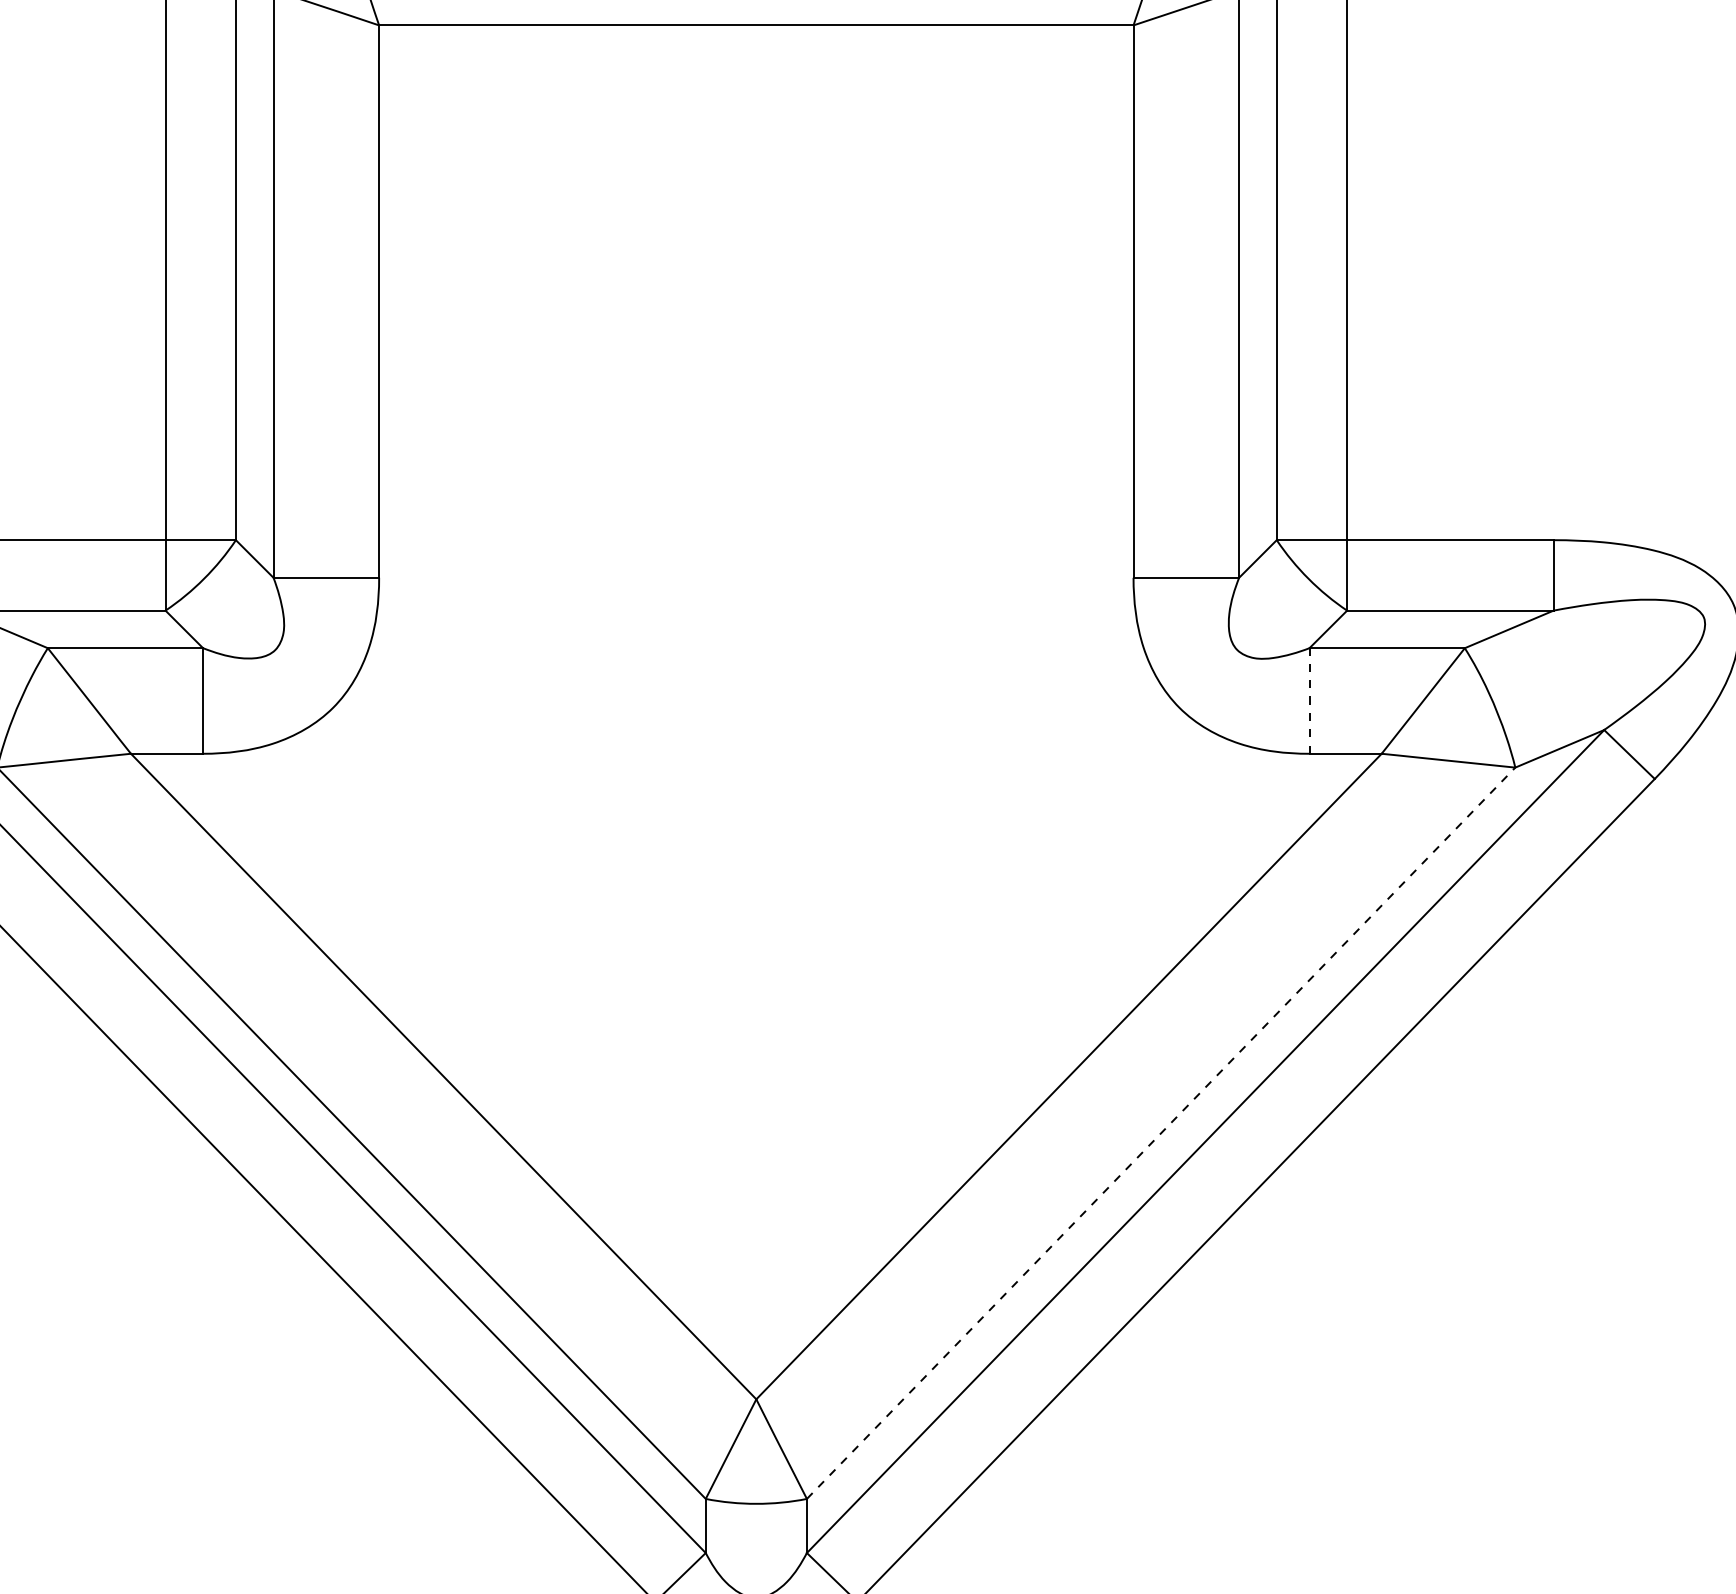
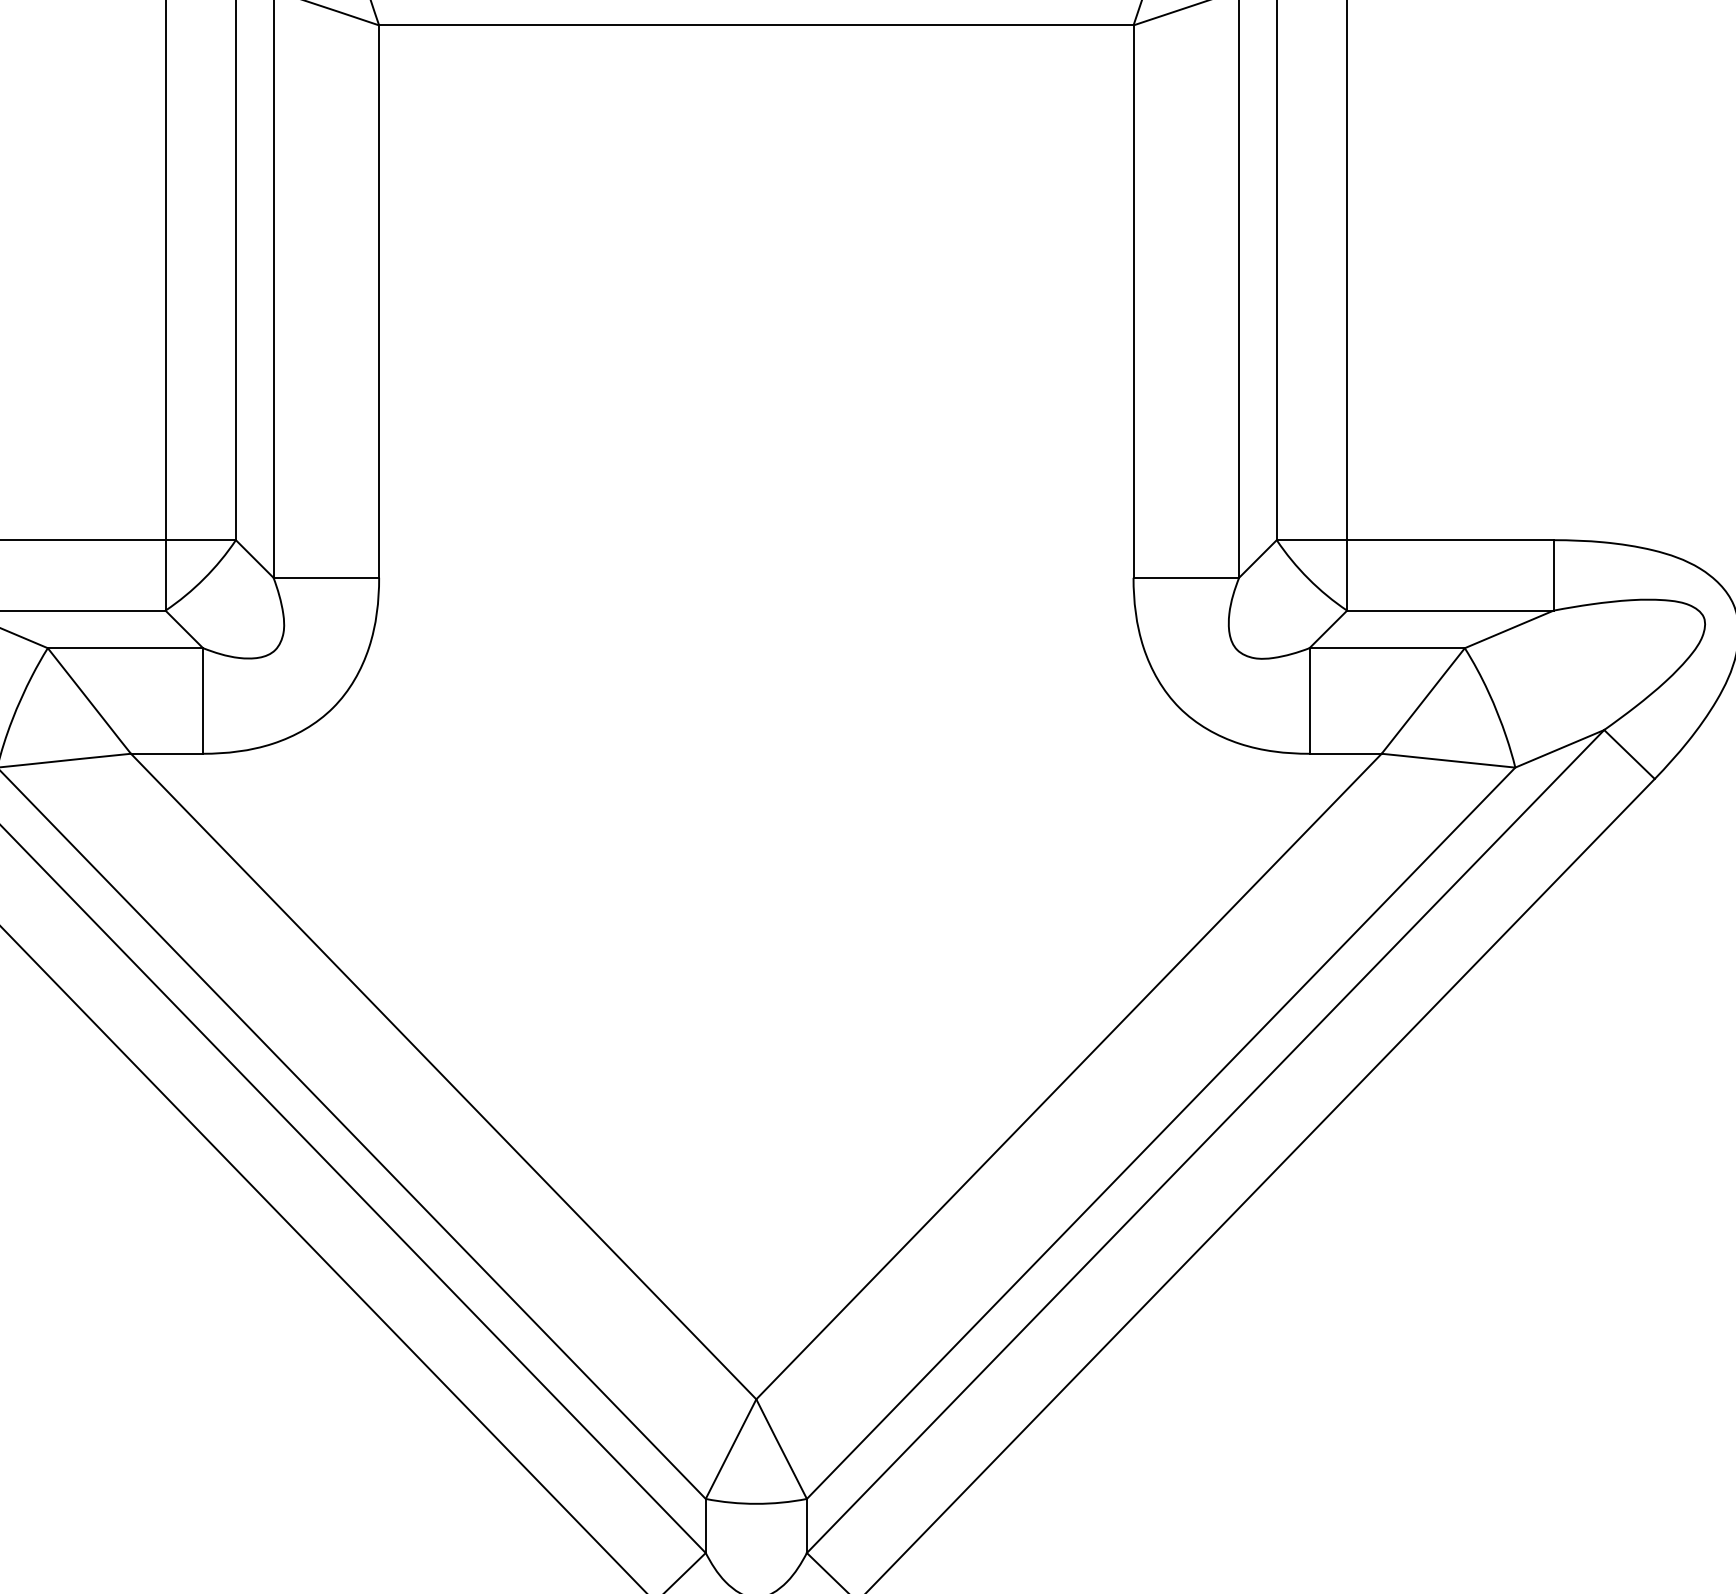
line at (1309, 701): dashed -> solid
line at (1161, 1132): dashed -> solid
